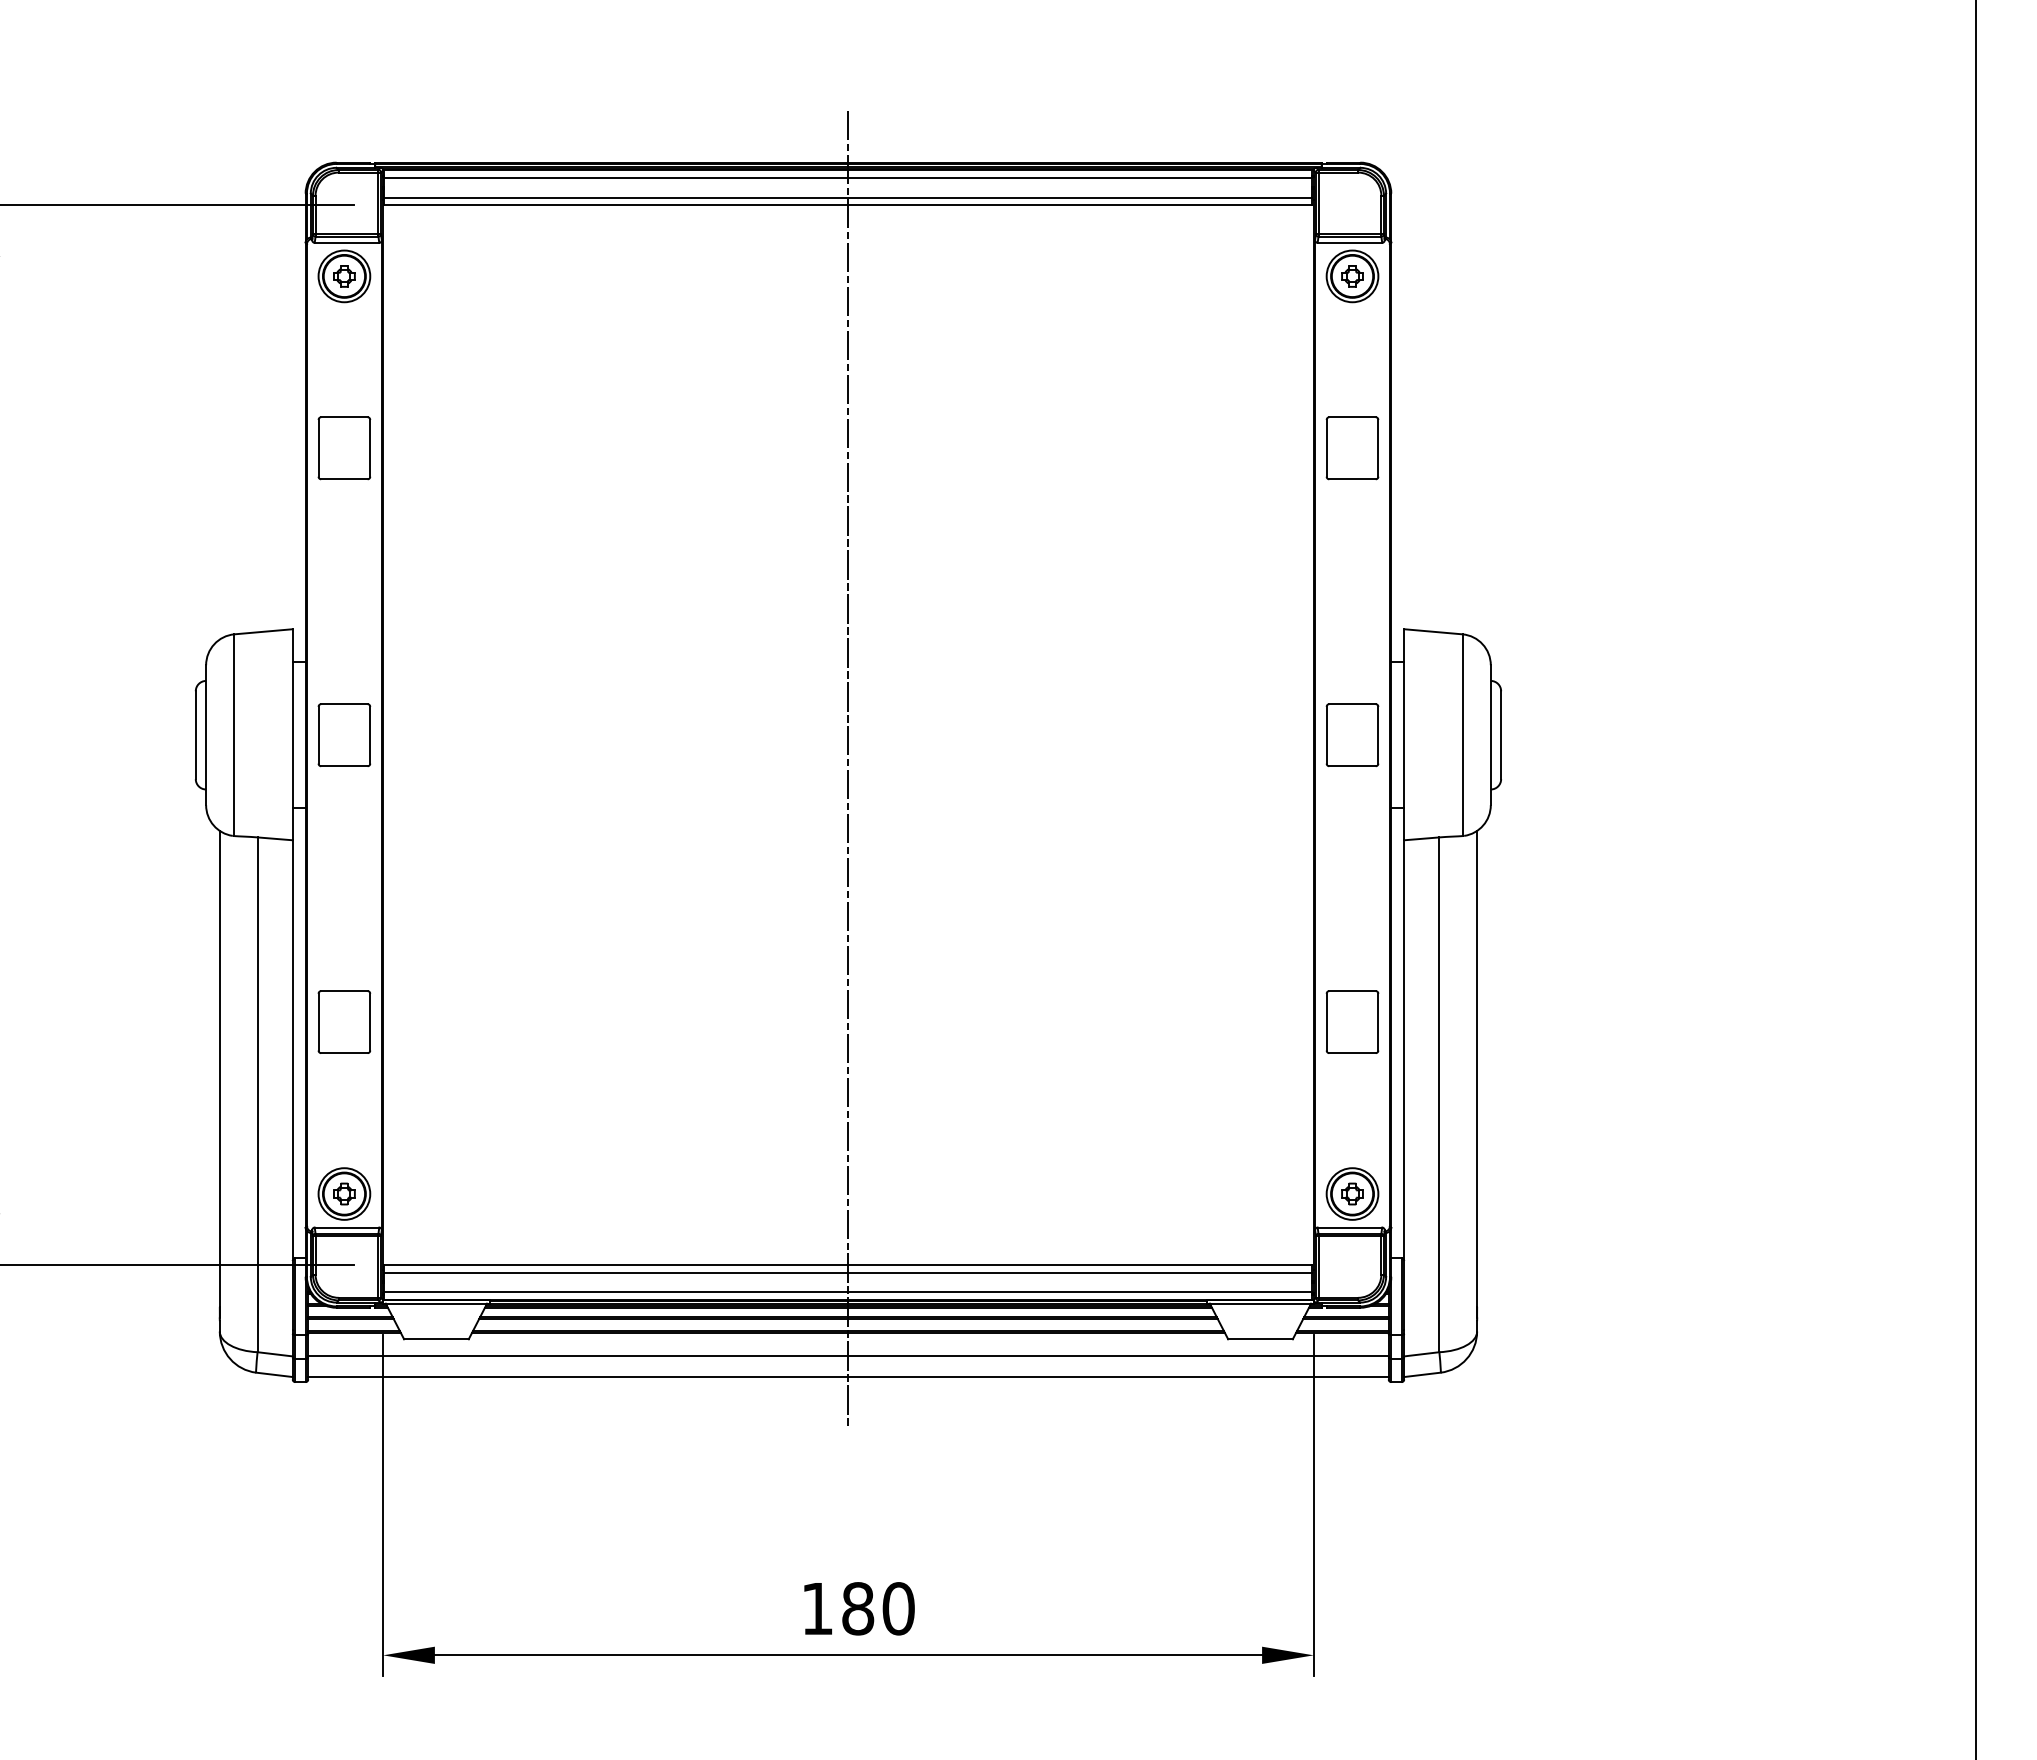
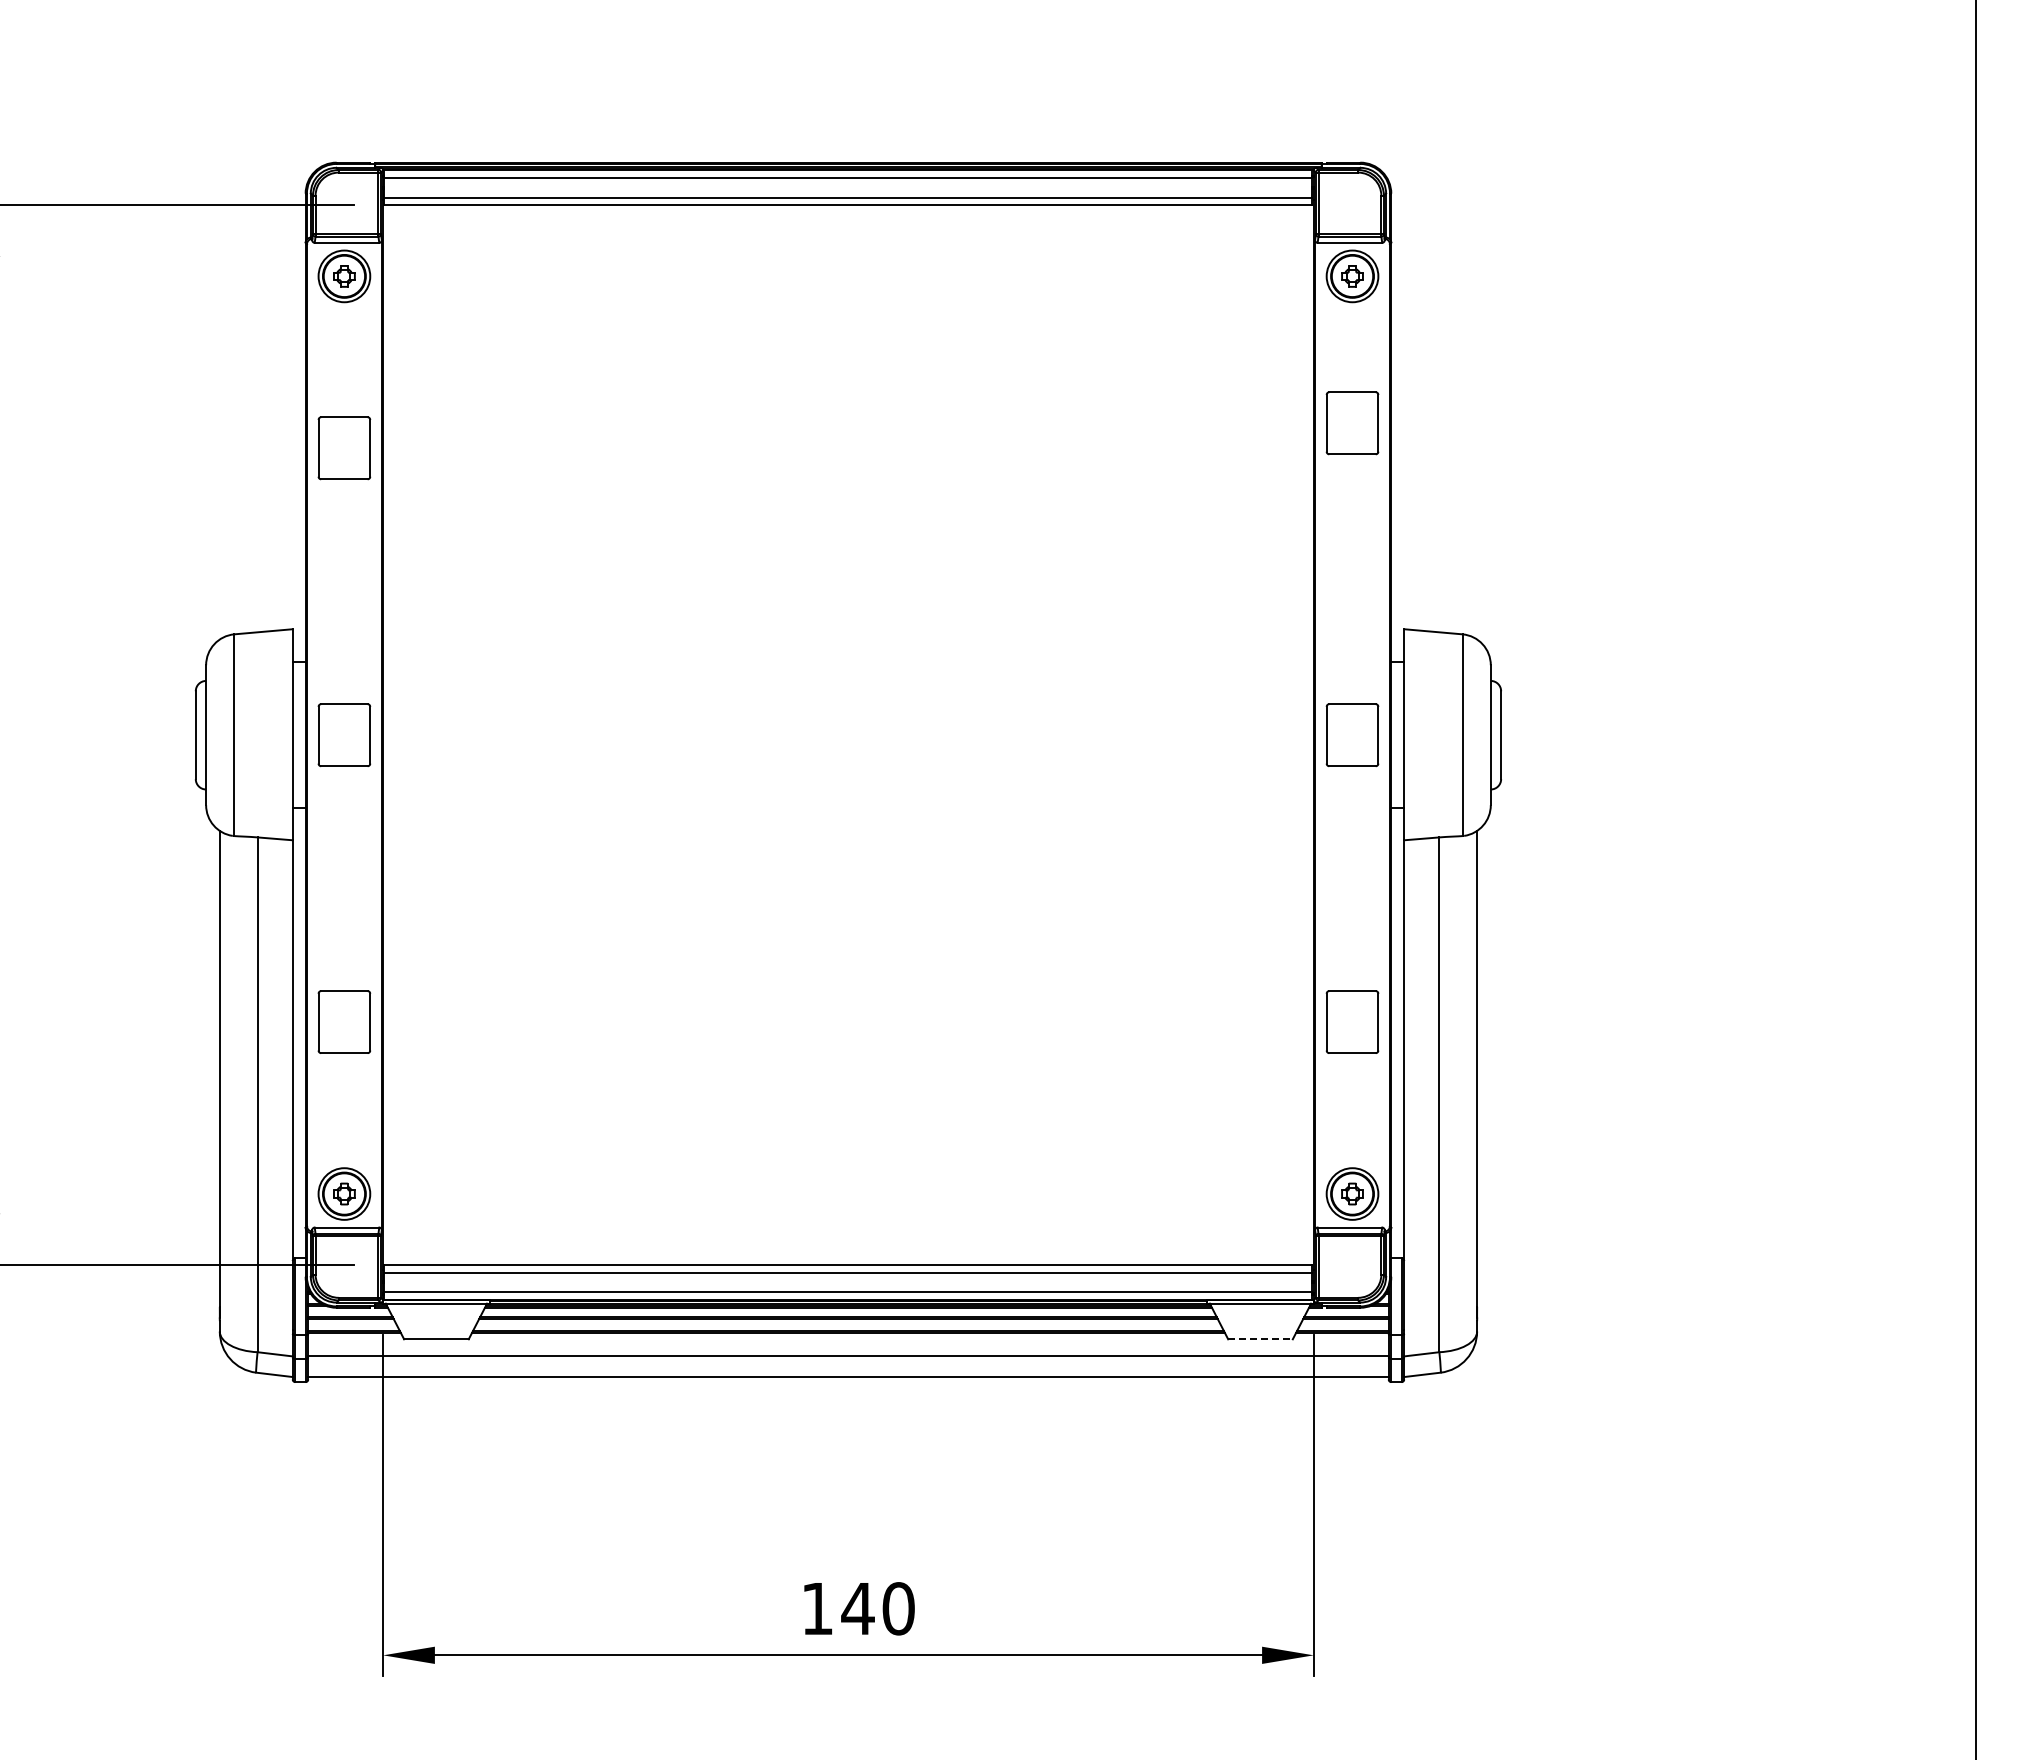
part at (1352, 448) position: (1352, 448) -> (1352, 423)
line at (848, 769): present -> none
line at (1261, 1339): solid -> dashed
text at (857, 1608): 180 -> 140
